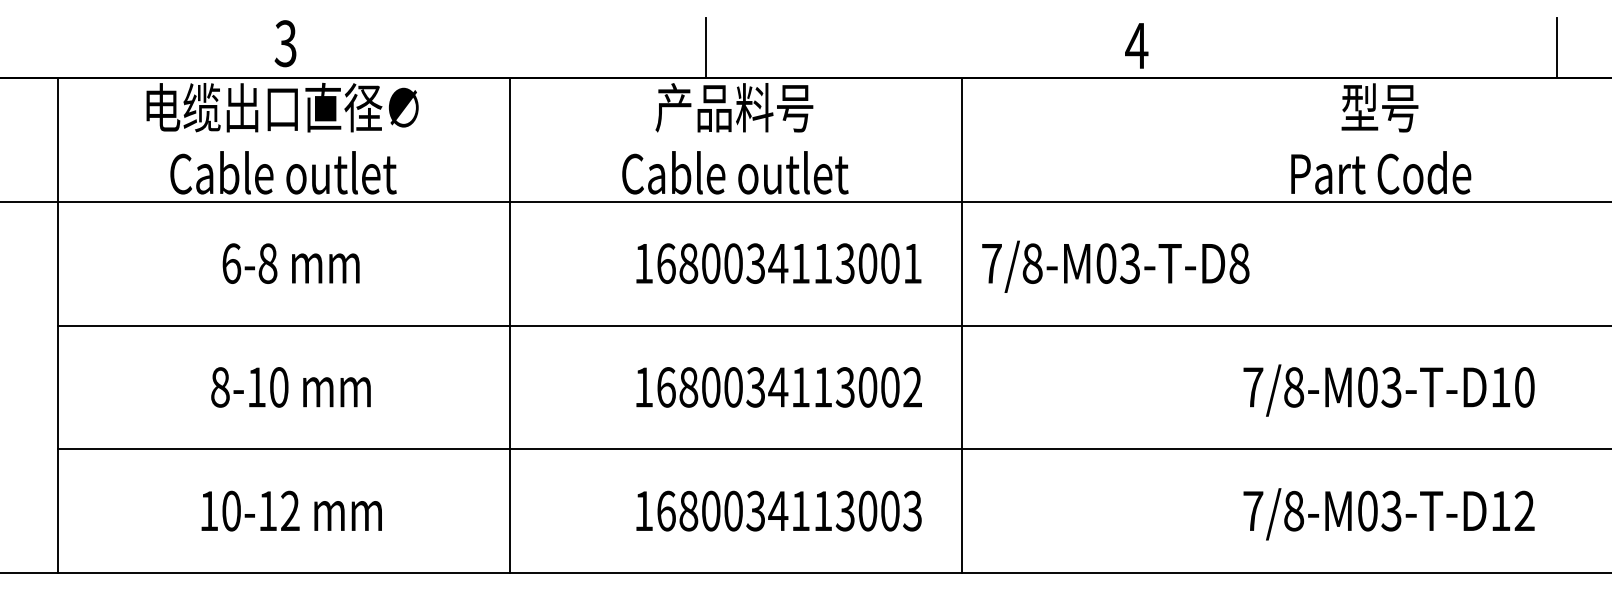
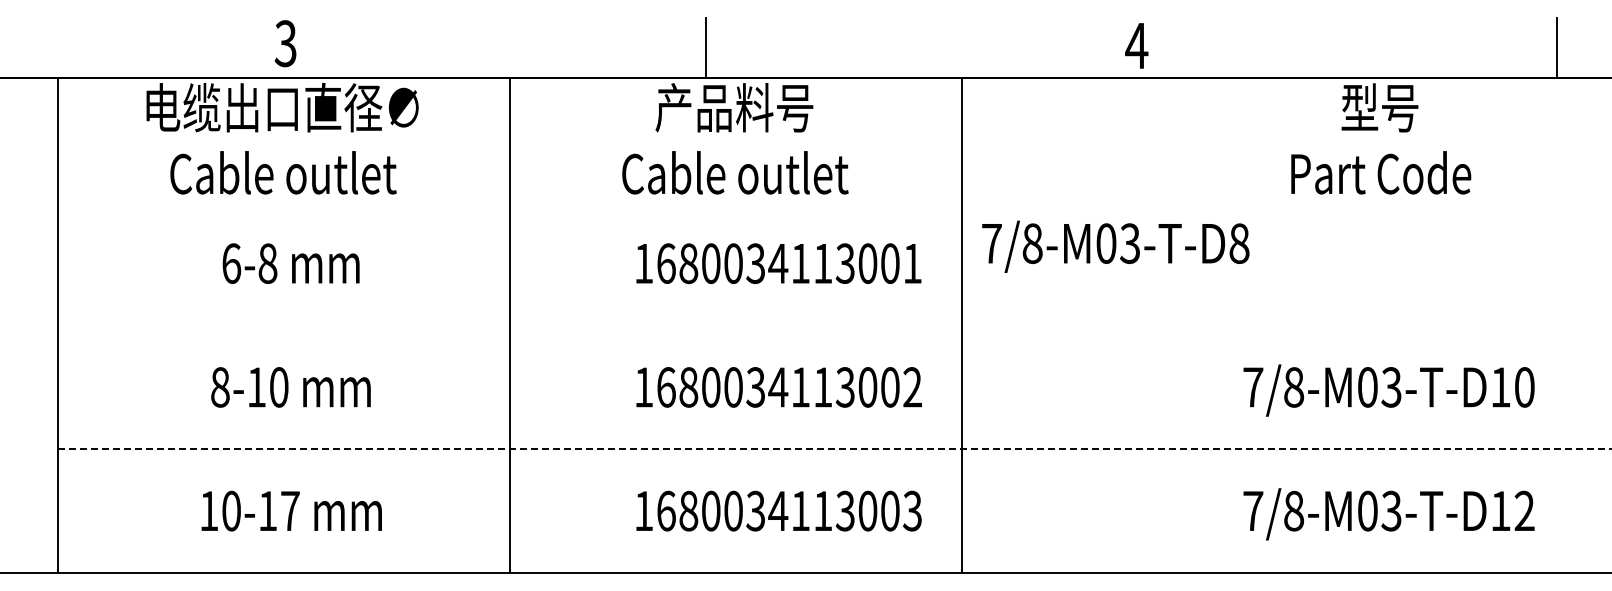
line at (805, 201): present -> none
text at (1115, 266) position: (1115, 266) -> (1115, 246)
line at (833, 325): present -> none
line at (835, 449): solid -> dashed
text at (290, 510): 10-12 -> 10-17
